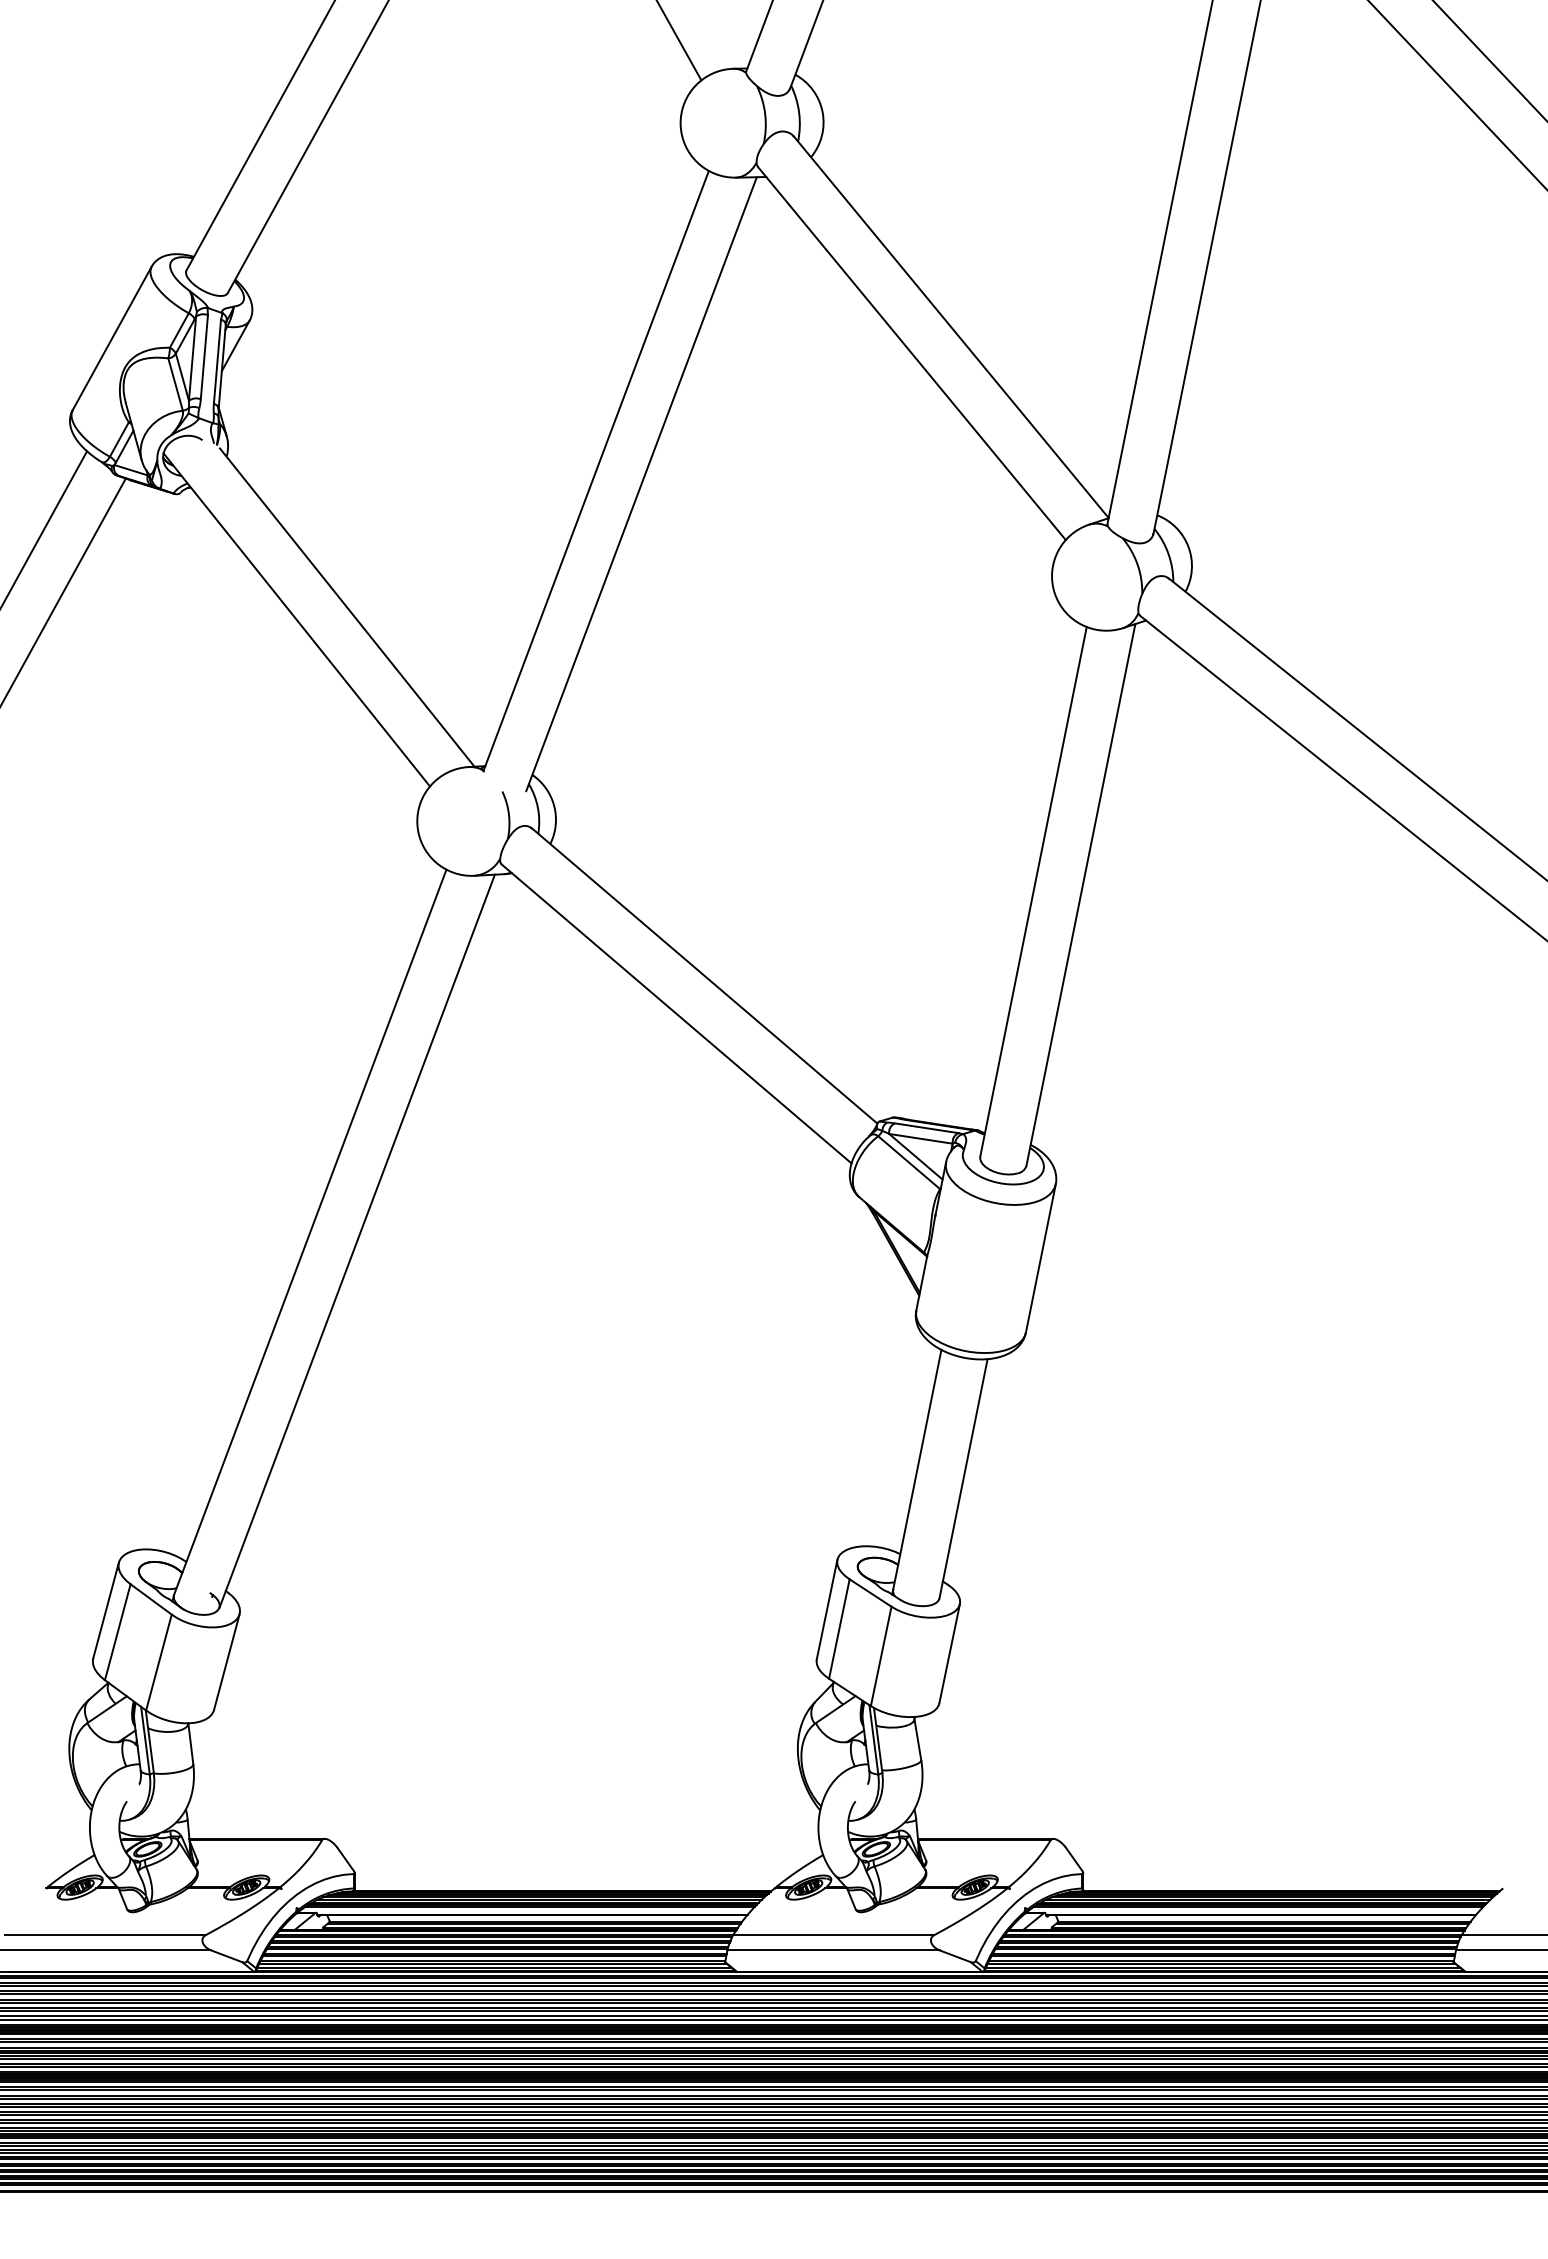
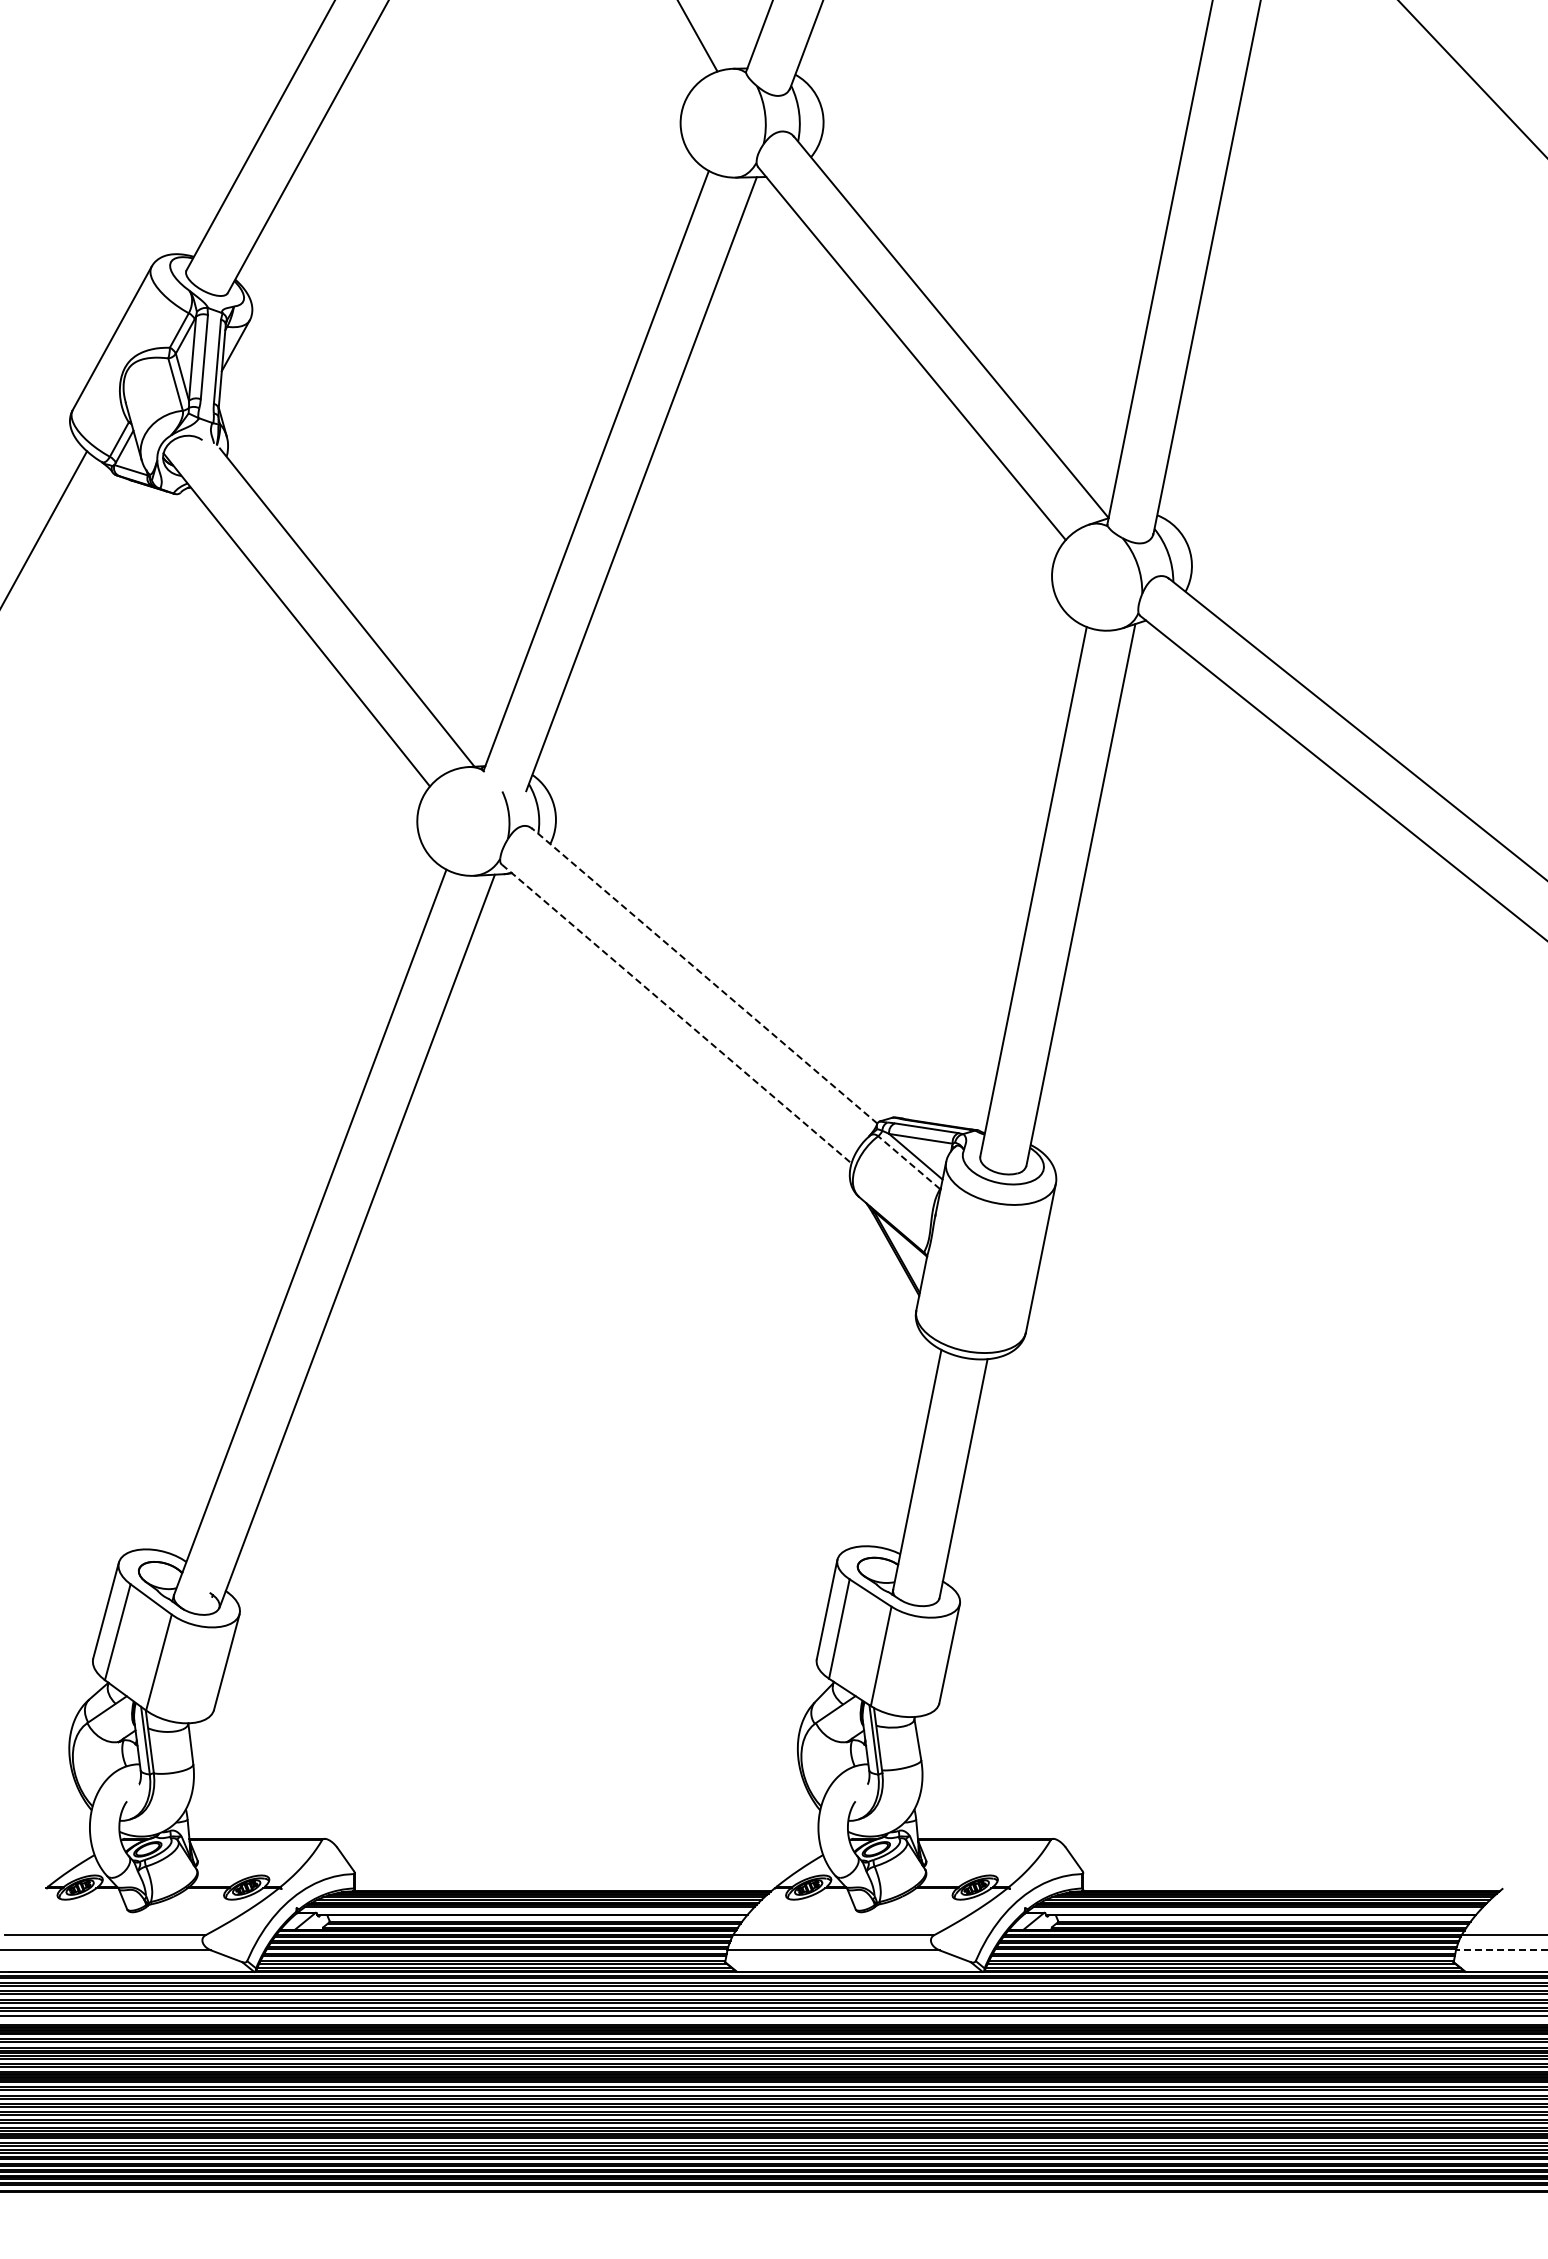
line at (679, 41) position: (679, 41) -> (697, 36)
line at (1489, 60): present -> none
line at (1456, 94) position: (1456, 94) -> (1472, 78)
line at (63, 590): present -> none
line at (704, 975): solid -> dashed
line at (677, 1014): solid -> dashed
line at (909, 1162): solid -> dashed
line at (1501, 1950): solid -> dashed
line at (773, 2019): present -> none
